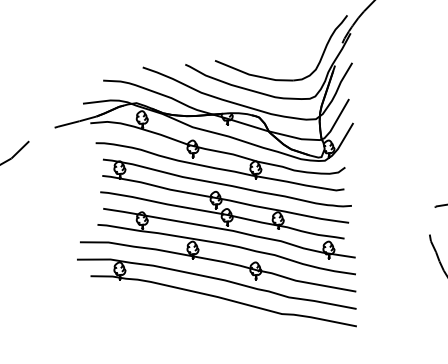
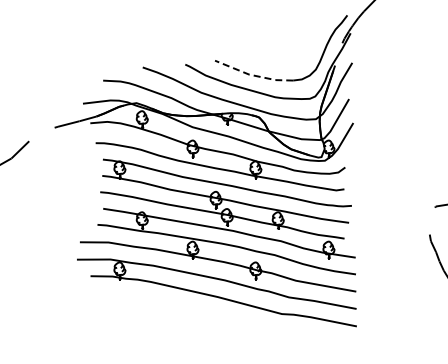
line at (253, 75): solid -> dashed
